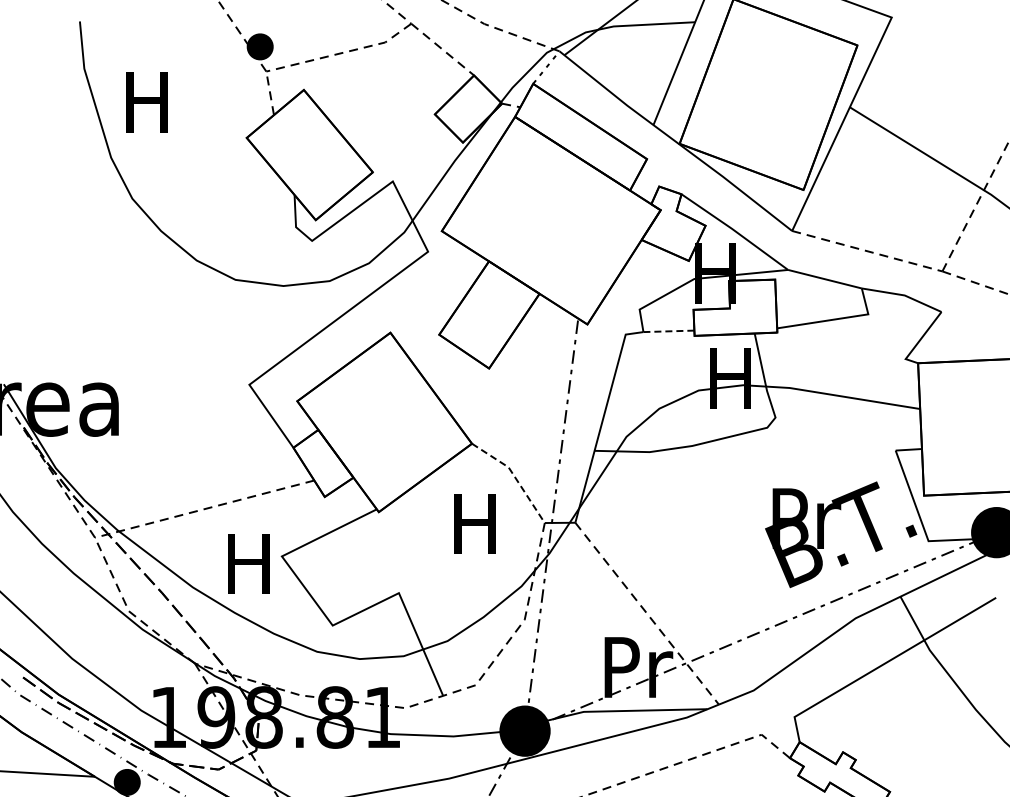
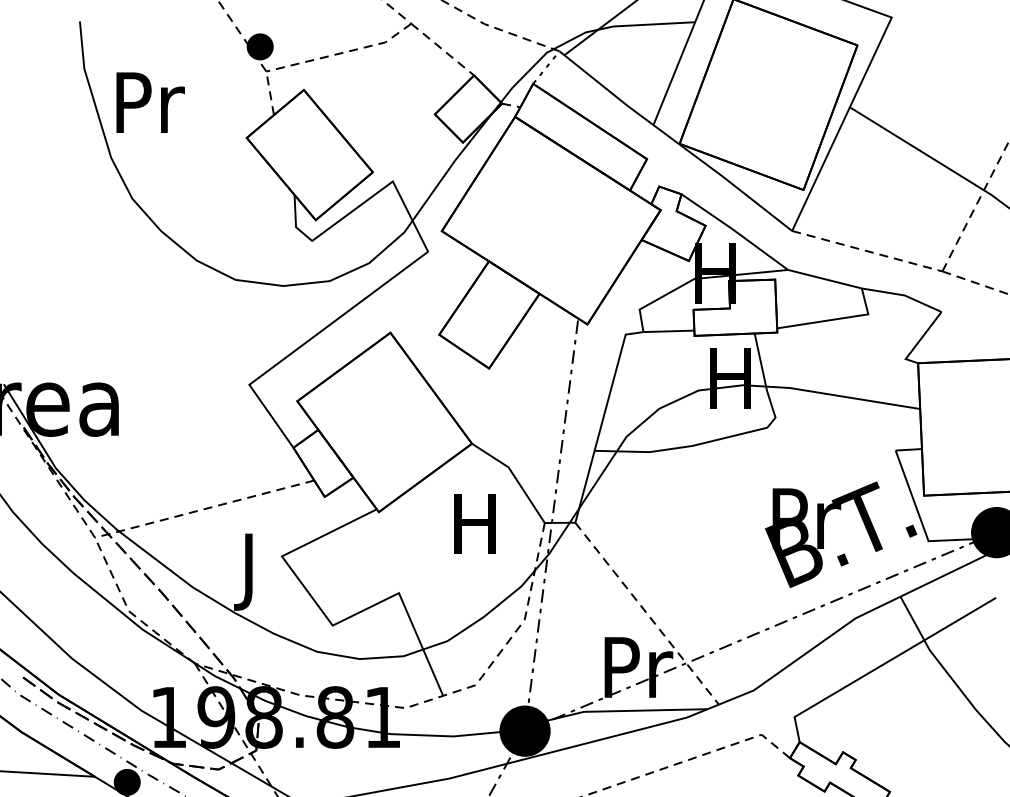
text at (150, 102): H -> Pr
line at (668, 331): dashed -> solid
line at (514, 476): dashed -> solid
text at (248, 571): H -> J
